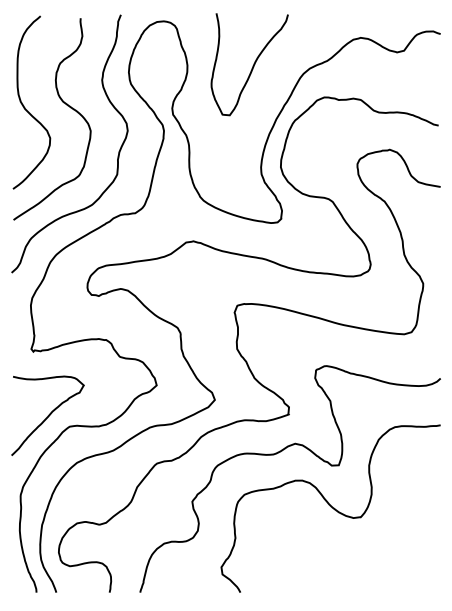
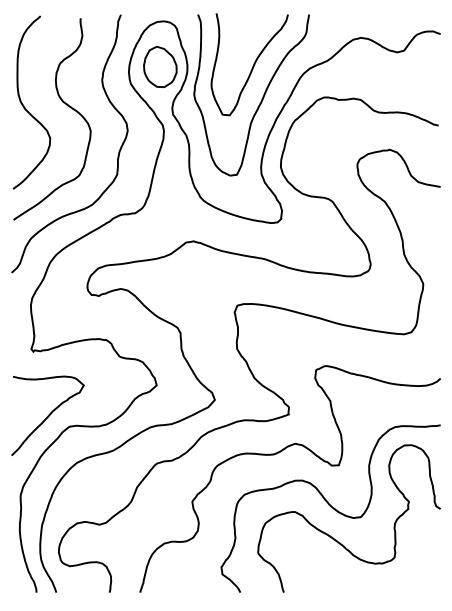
part at (160, 66): none -> present
curve at (261, 99): none -> present
curve at (332, 536): none -> present
